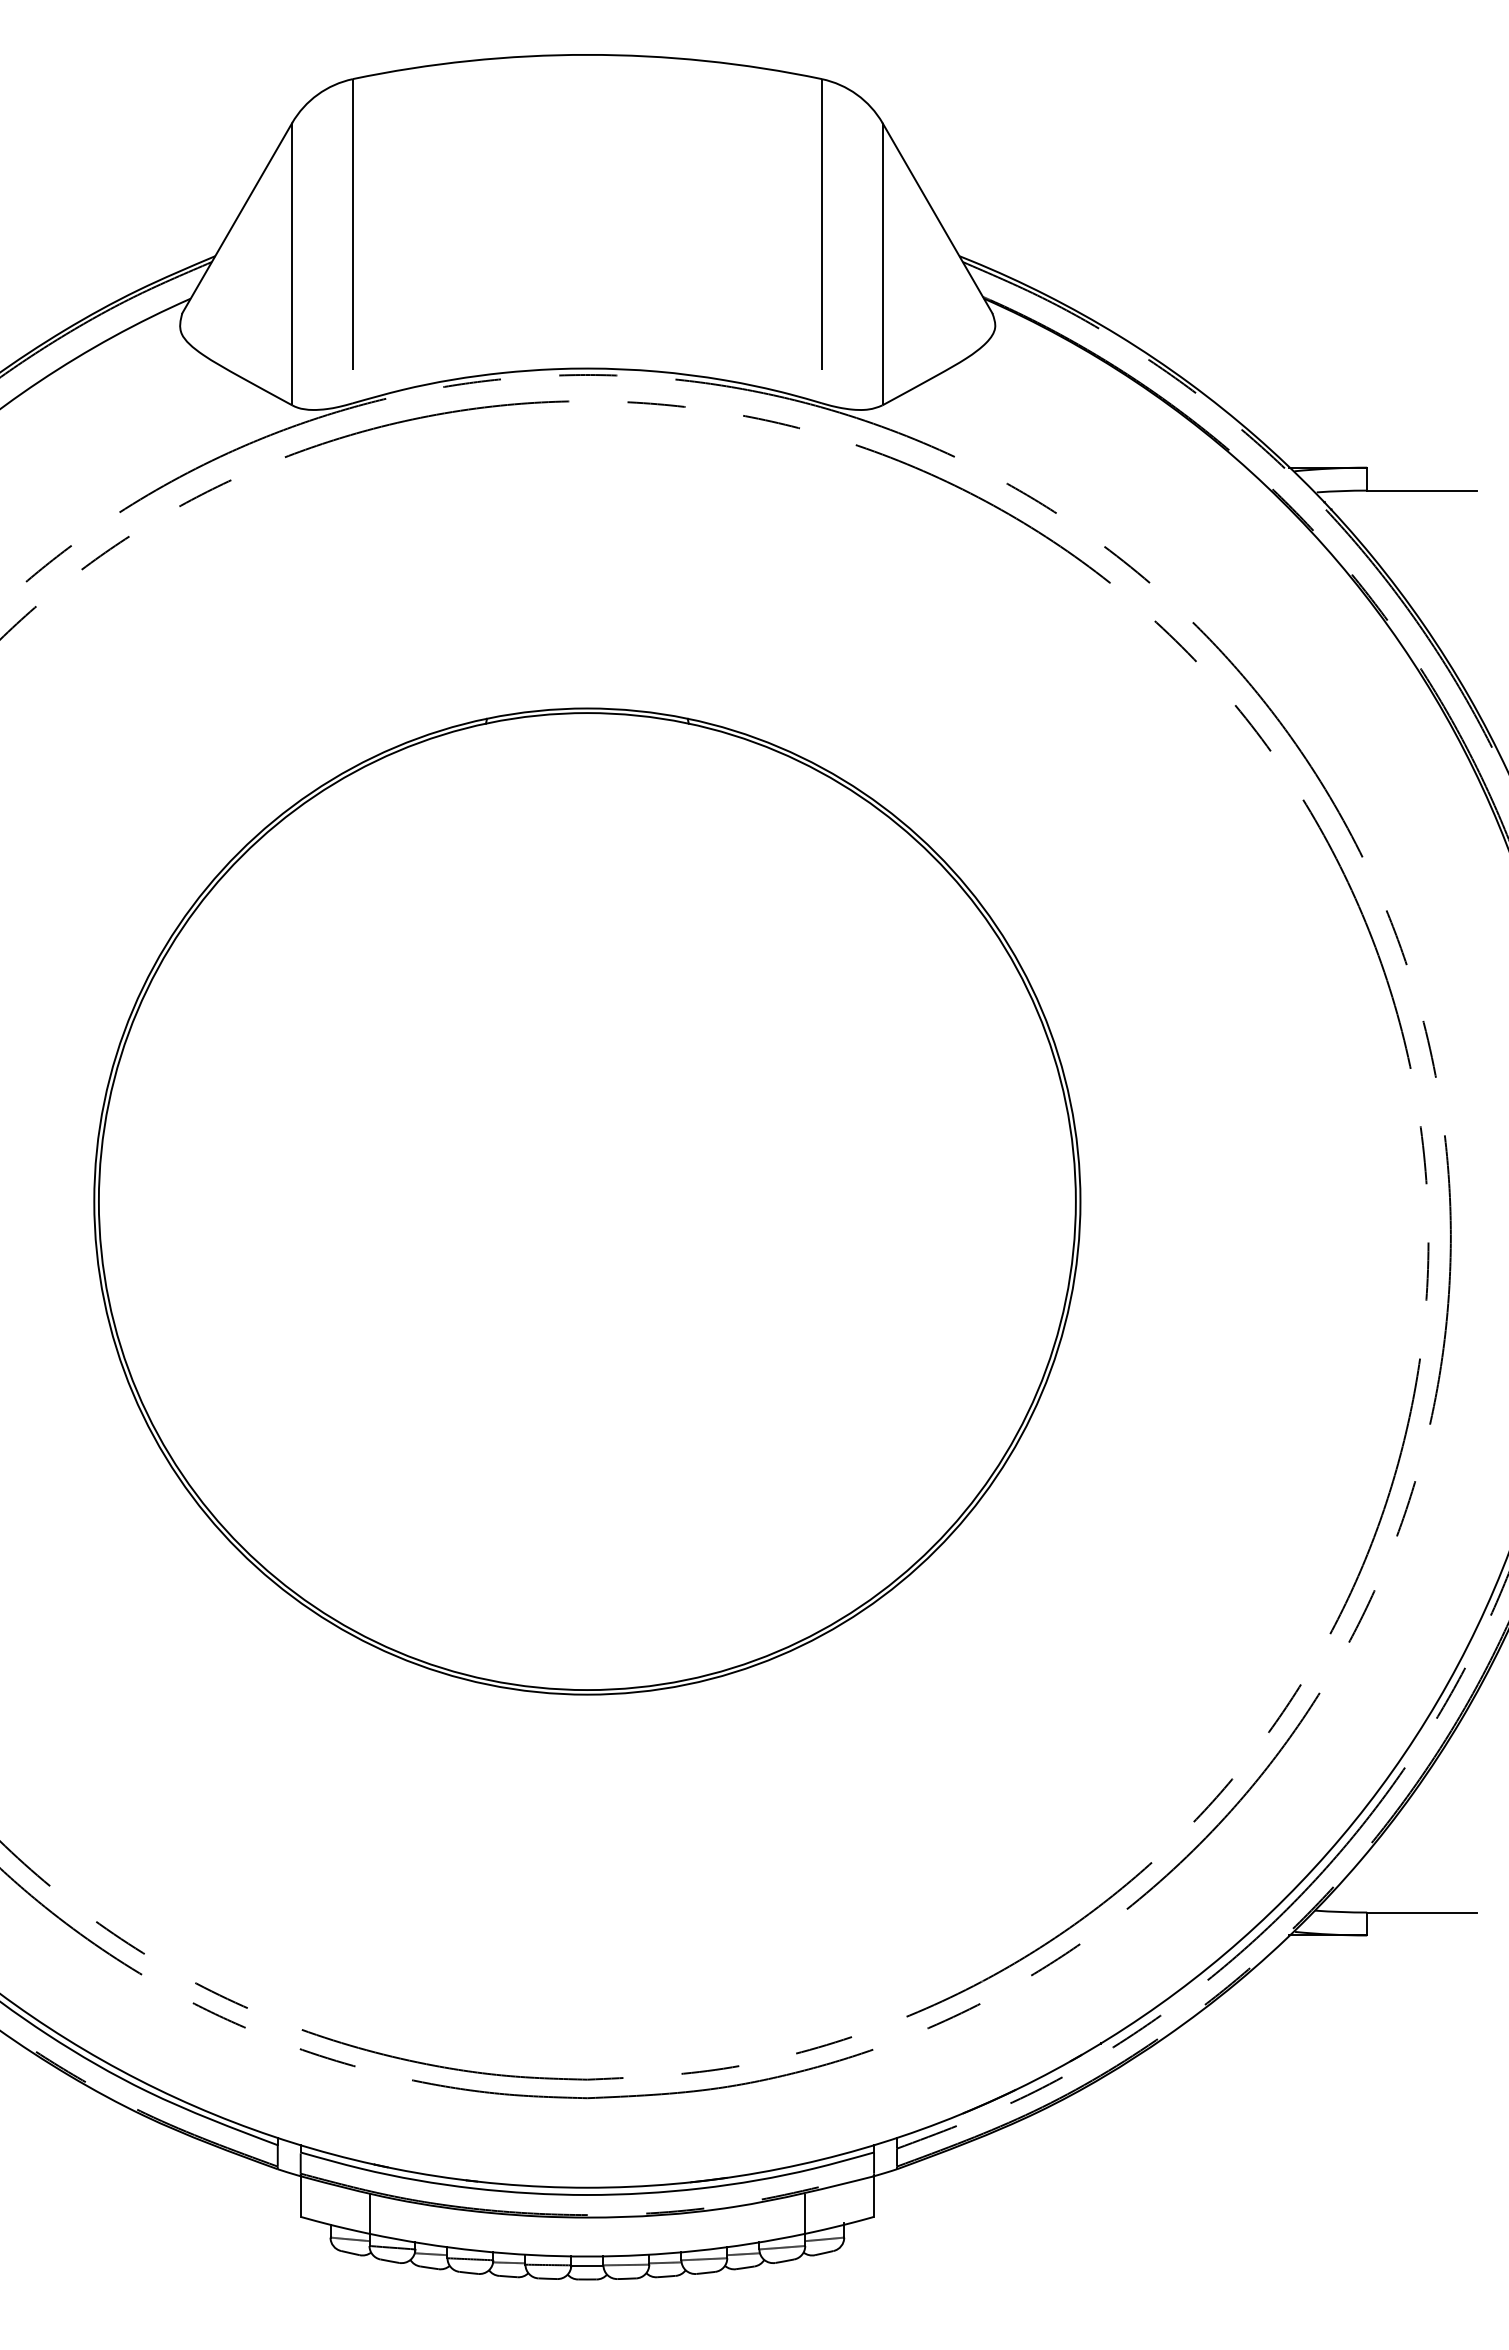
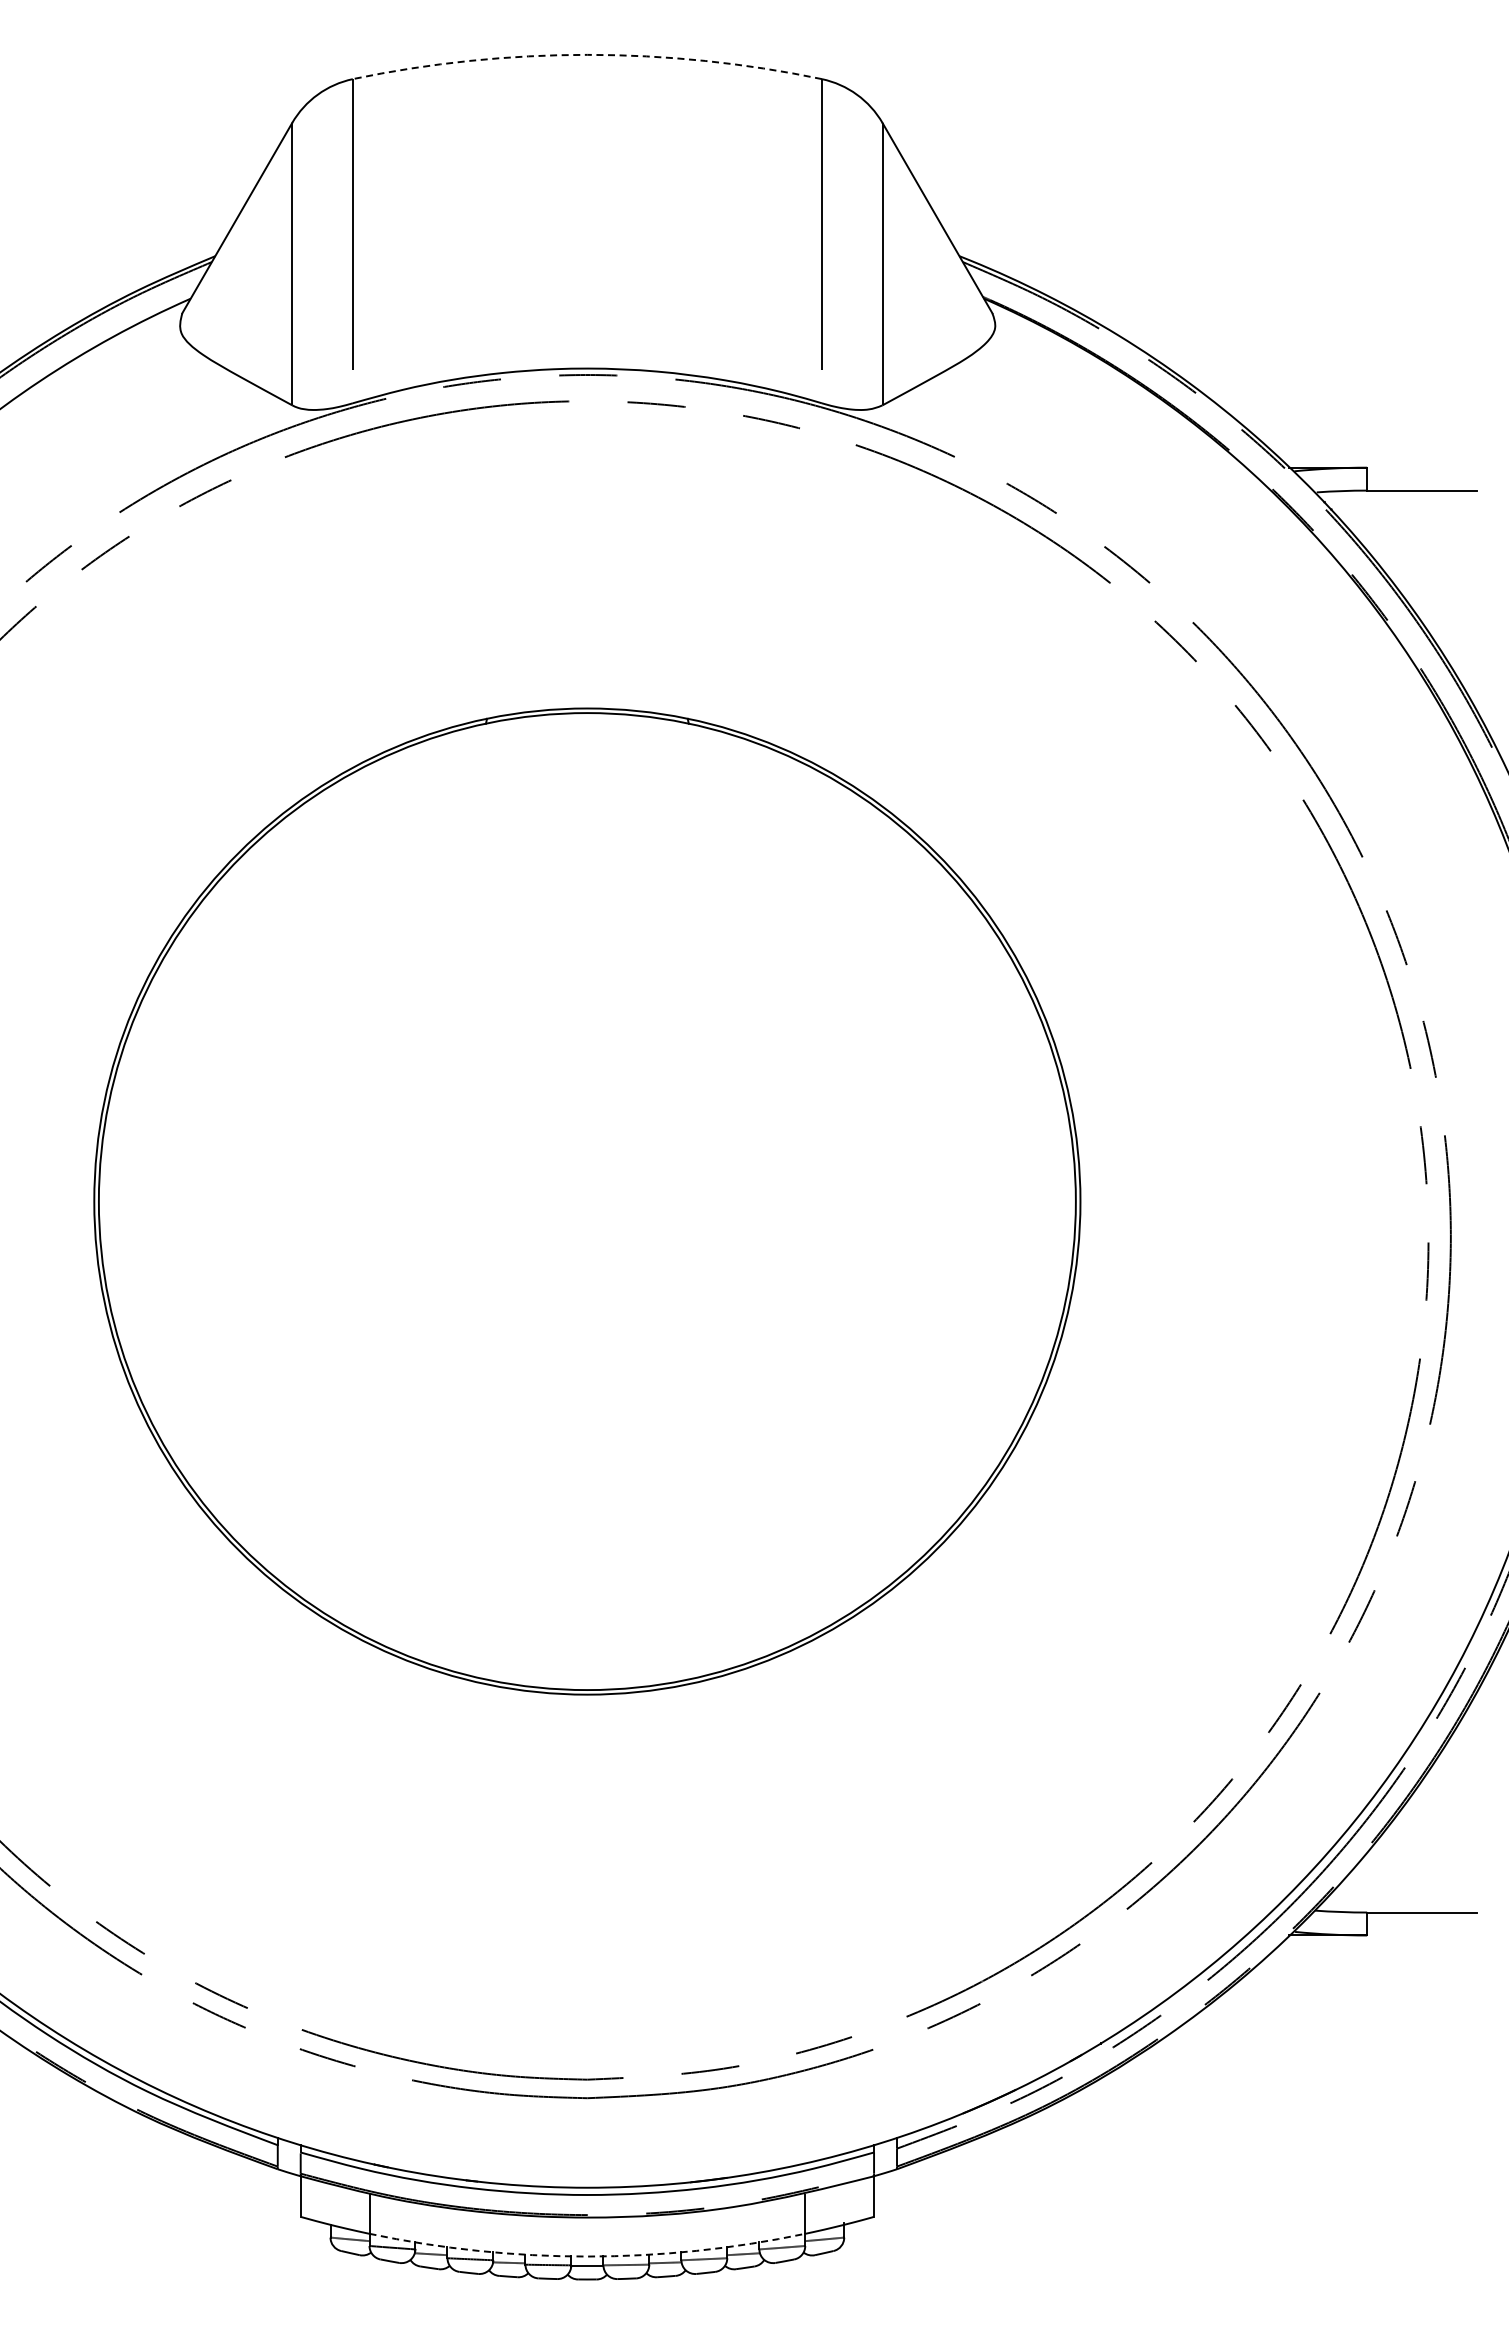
arc at (587, 54): solid -> dashed
arc at (587, 2256): solid -> dashed
